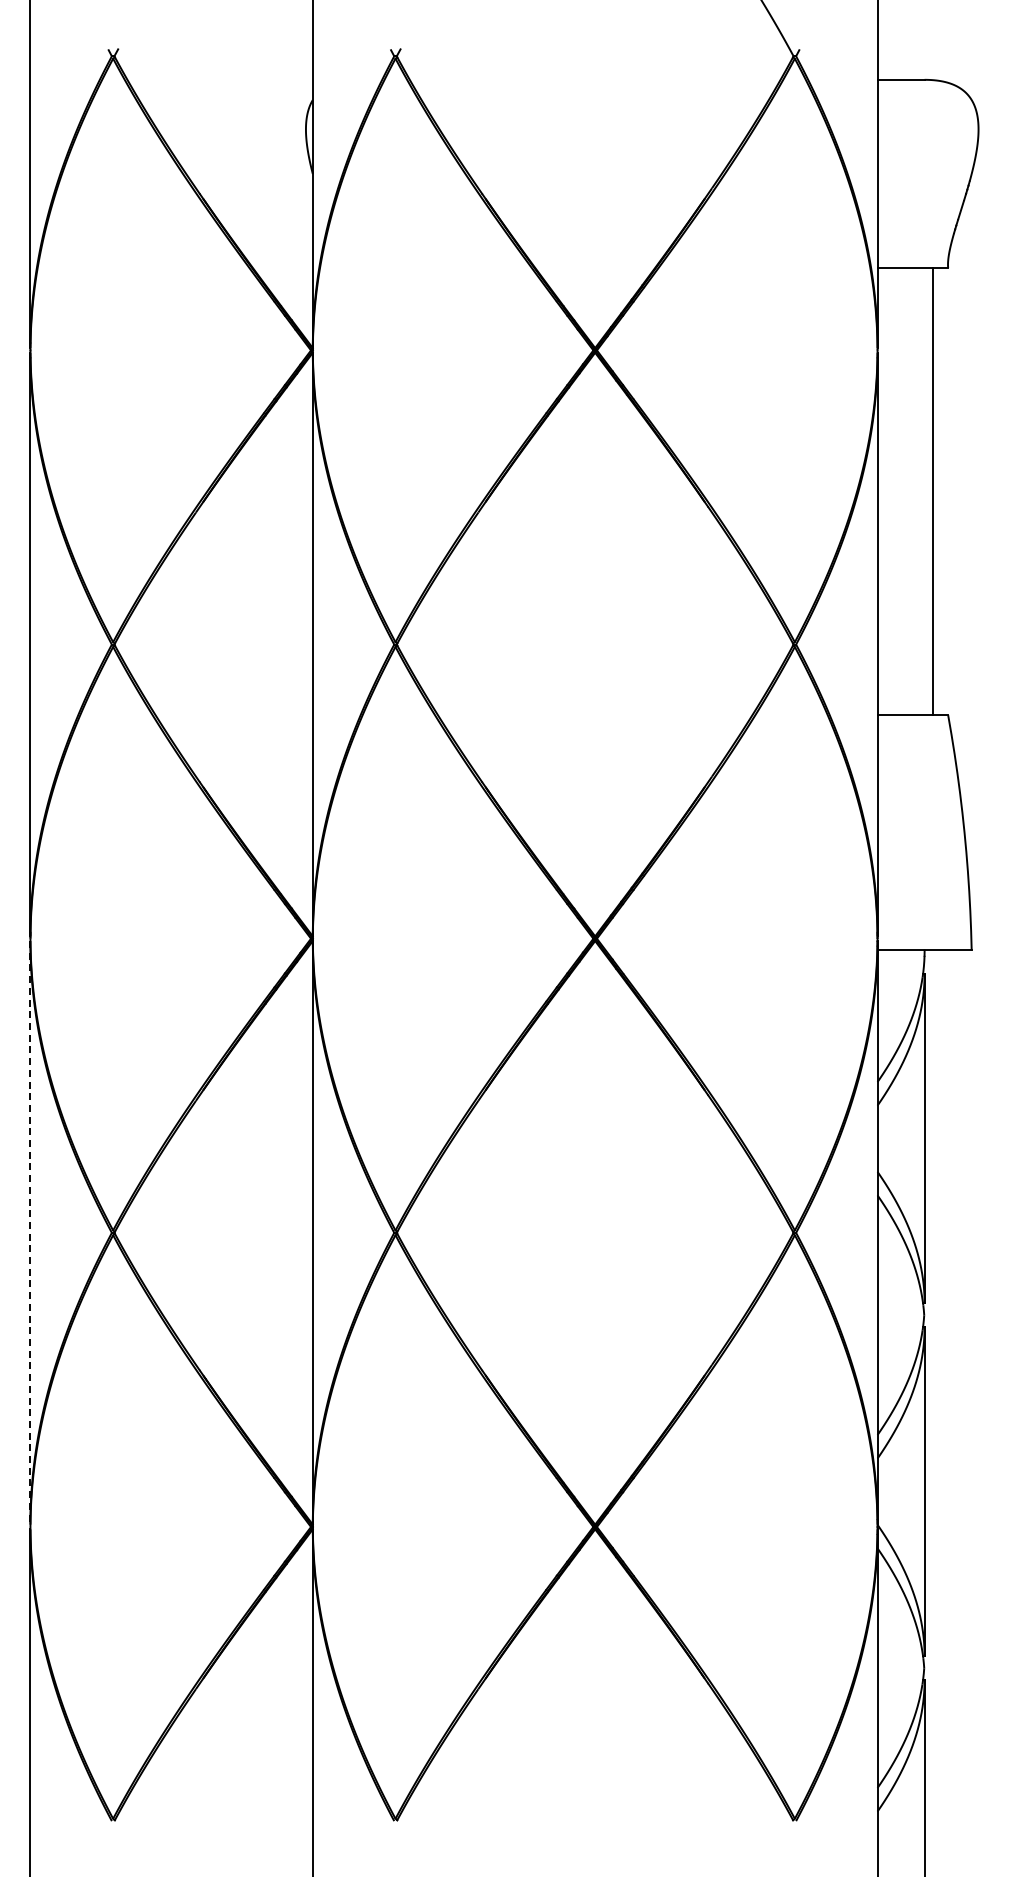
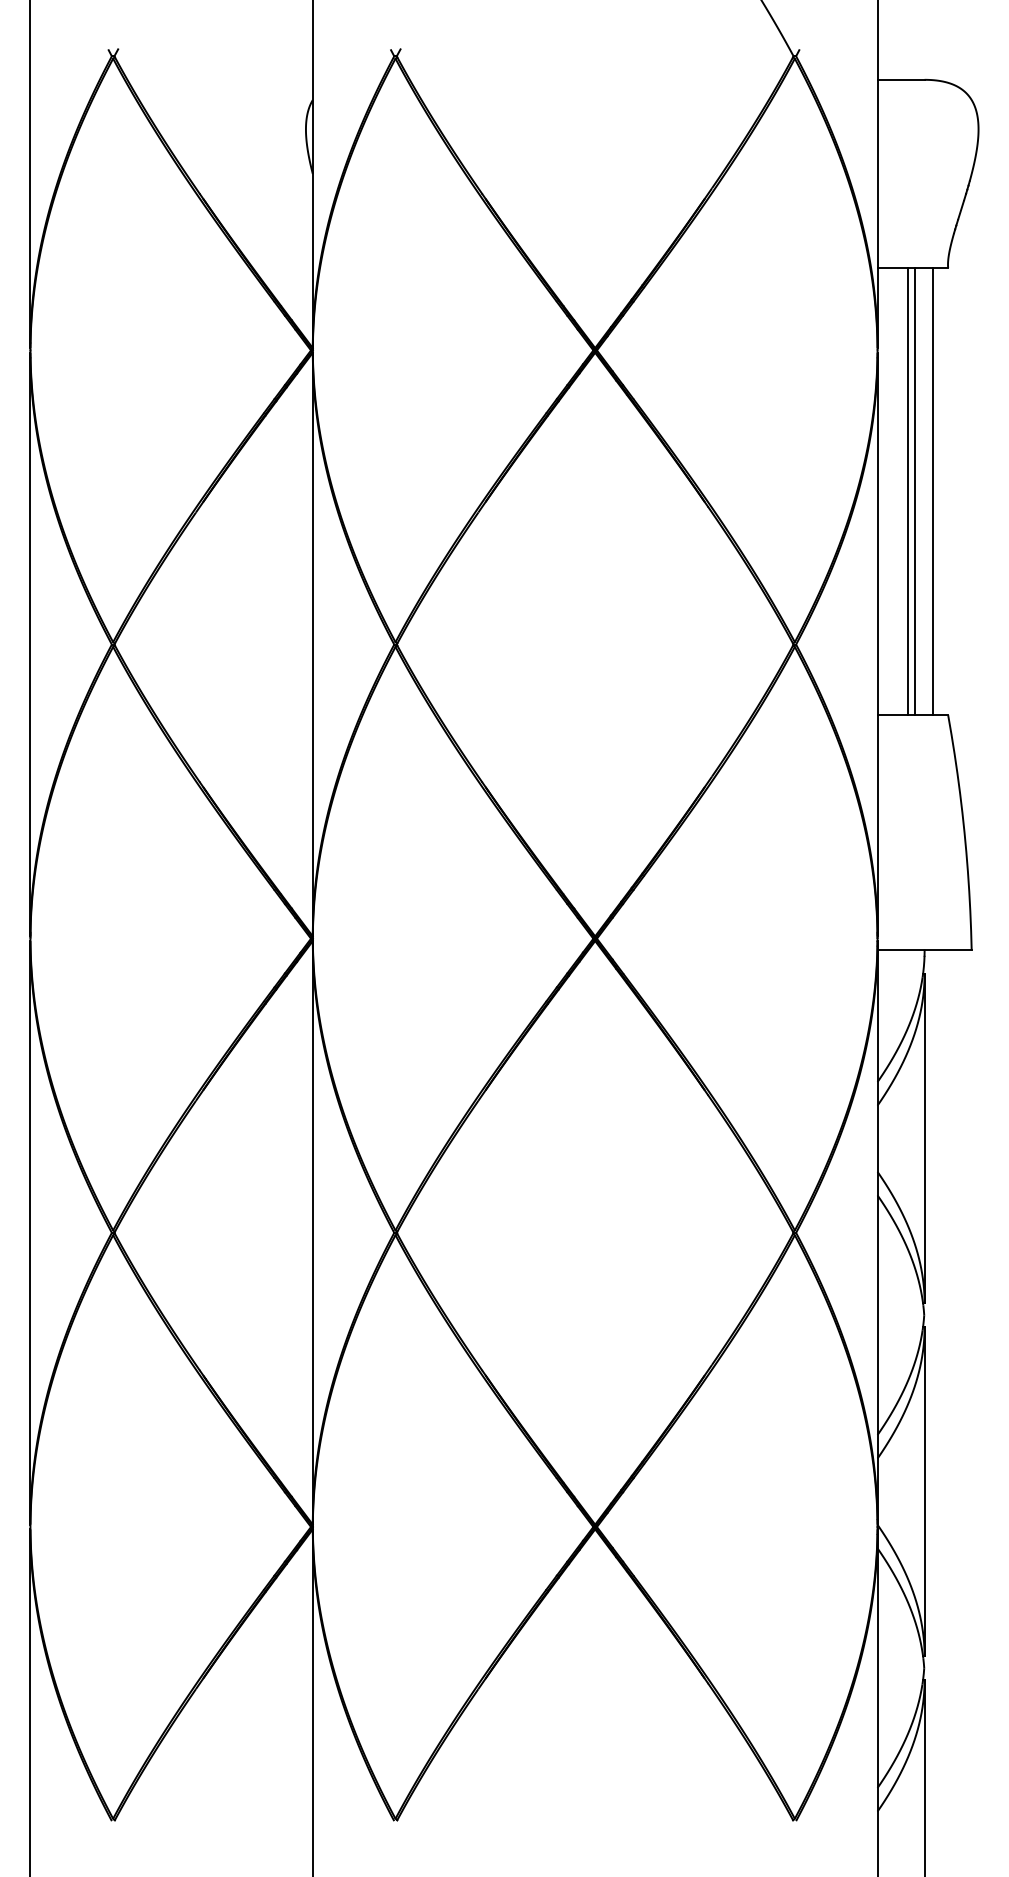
line at (908, 491): none -> present
line at (914, 491): none -> present
line at (30, 1232): dashed -> solid
